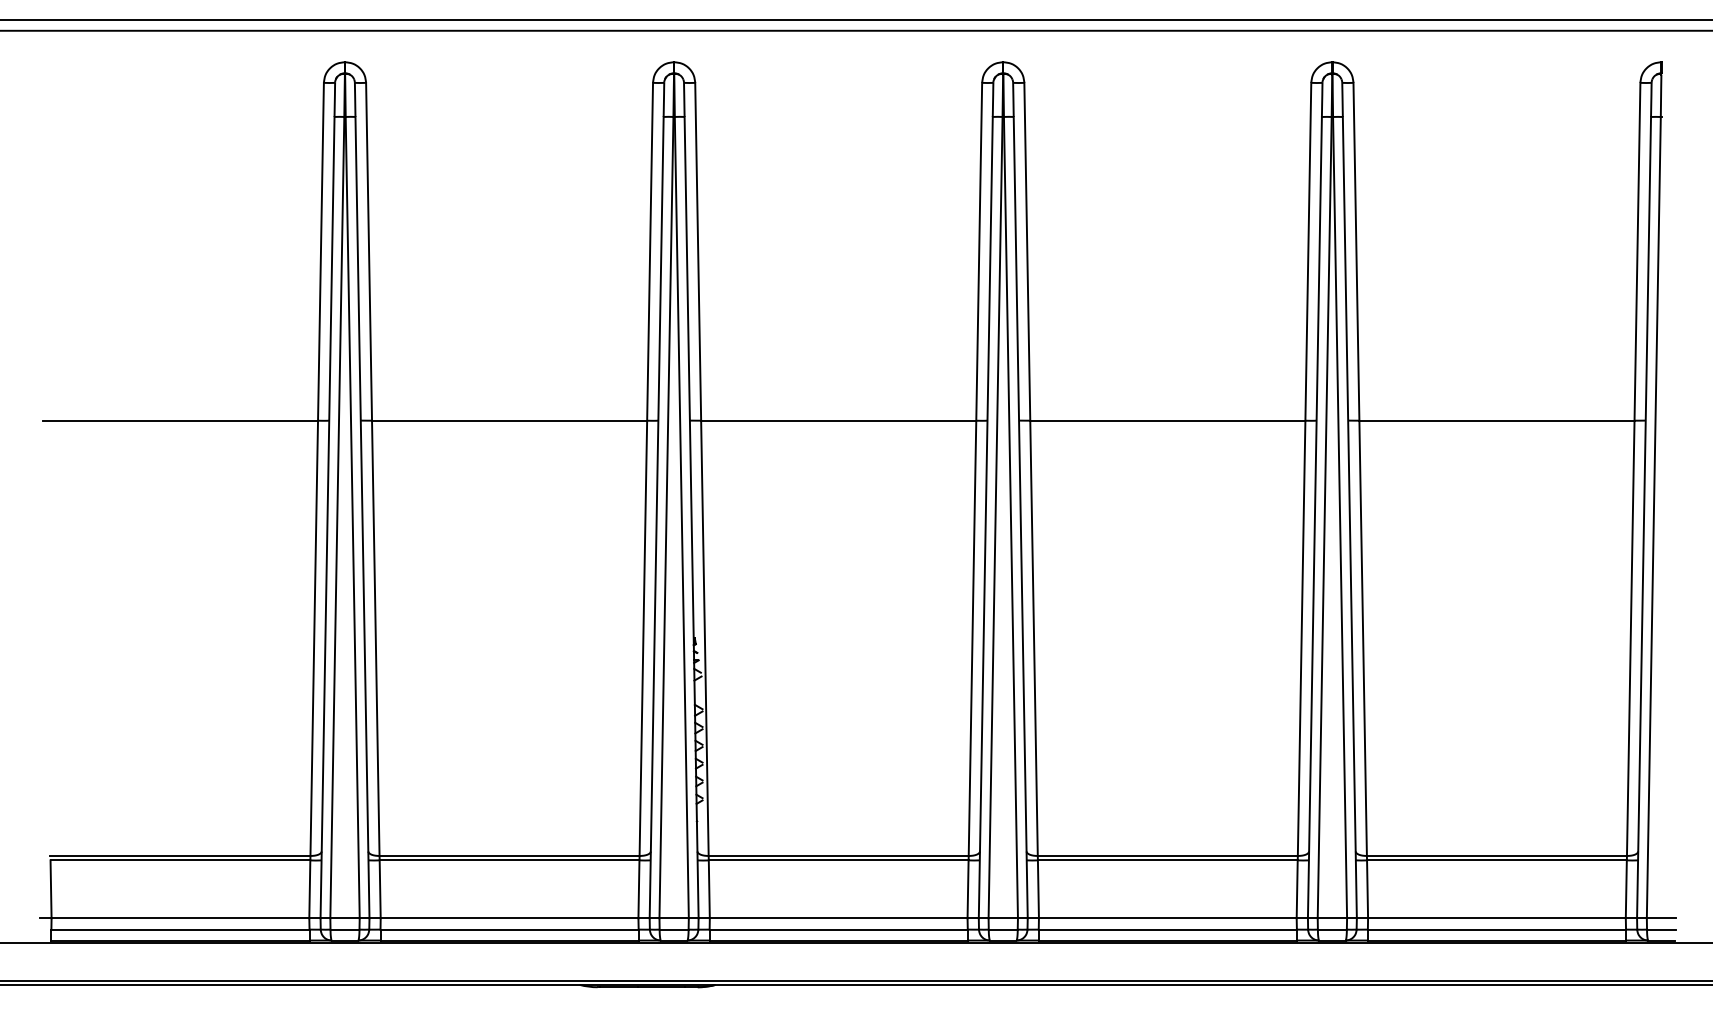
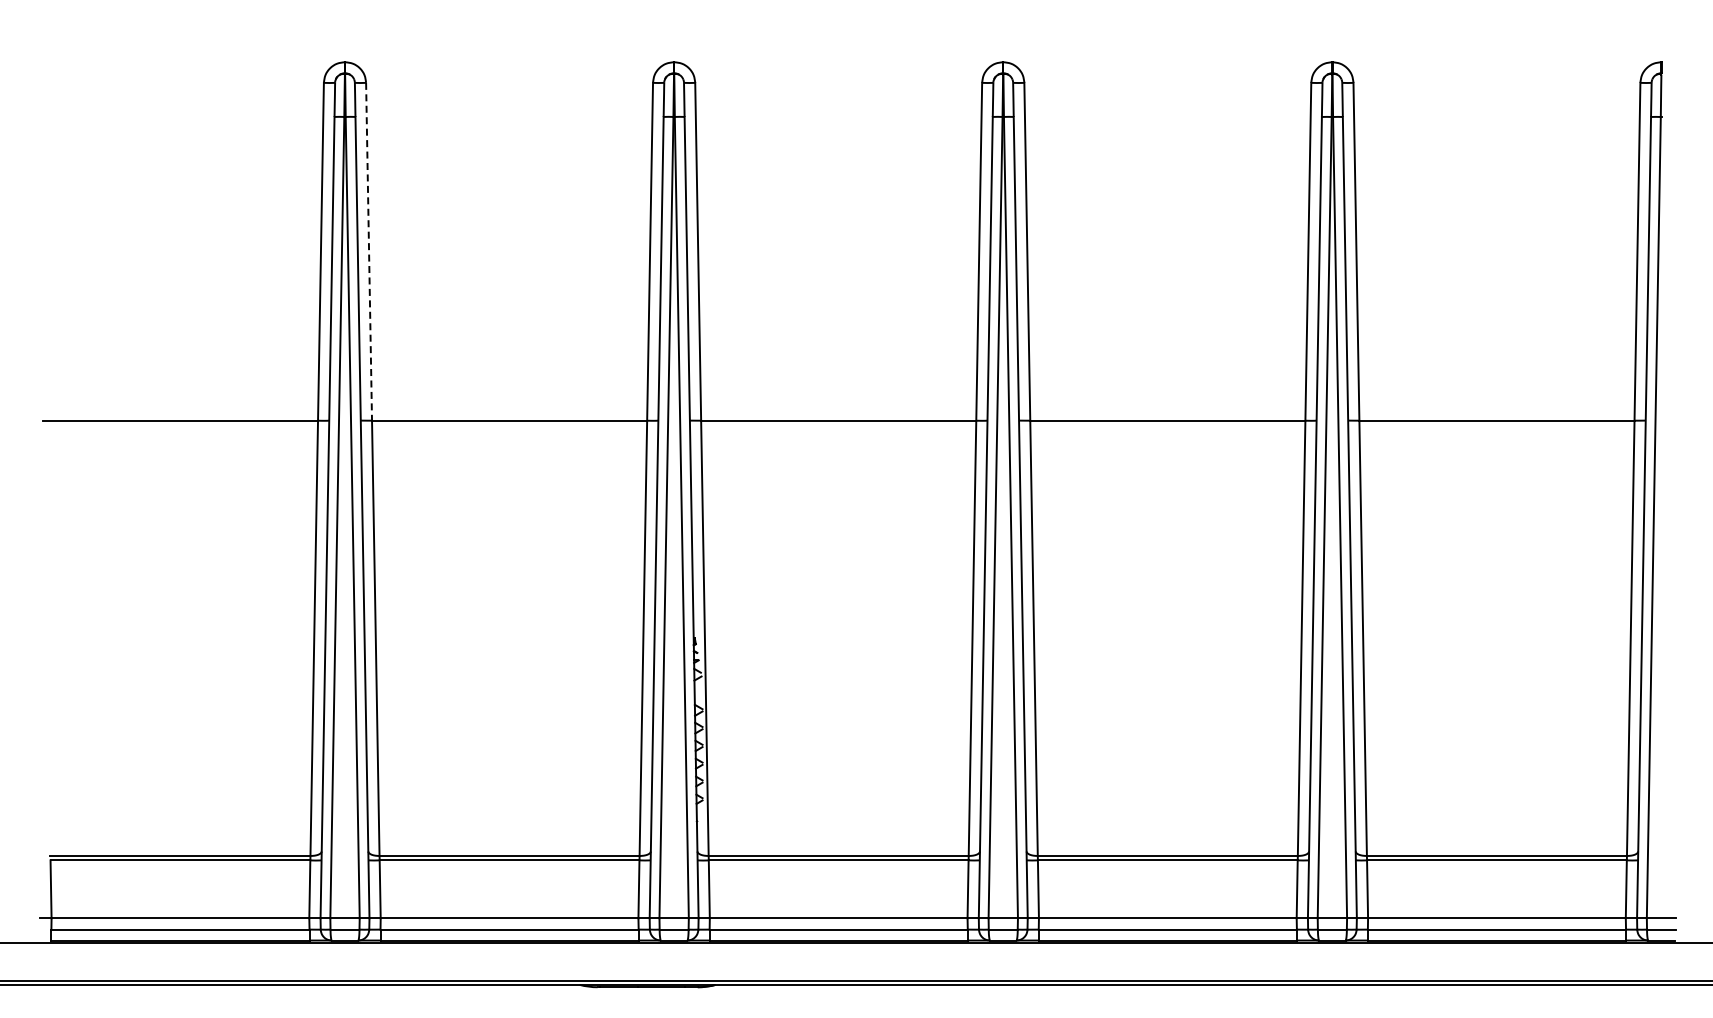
line at (855, 19): present -> none
line at (855, 30): present -> none
line at (369, 251): solid -> dashed
